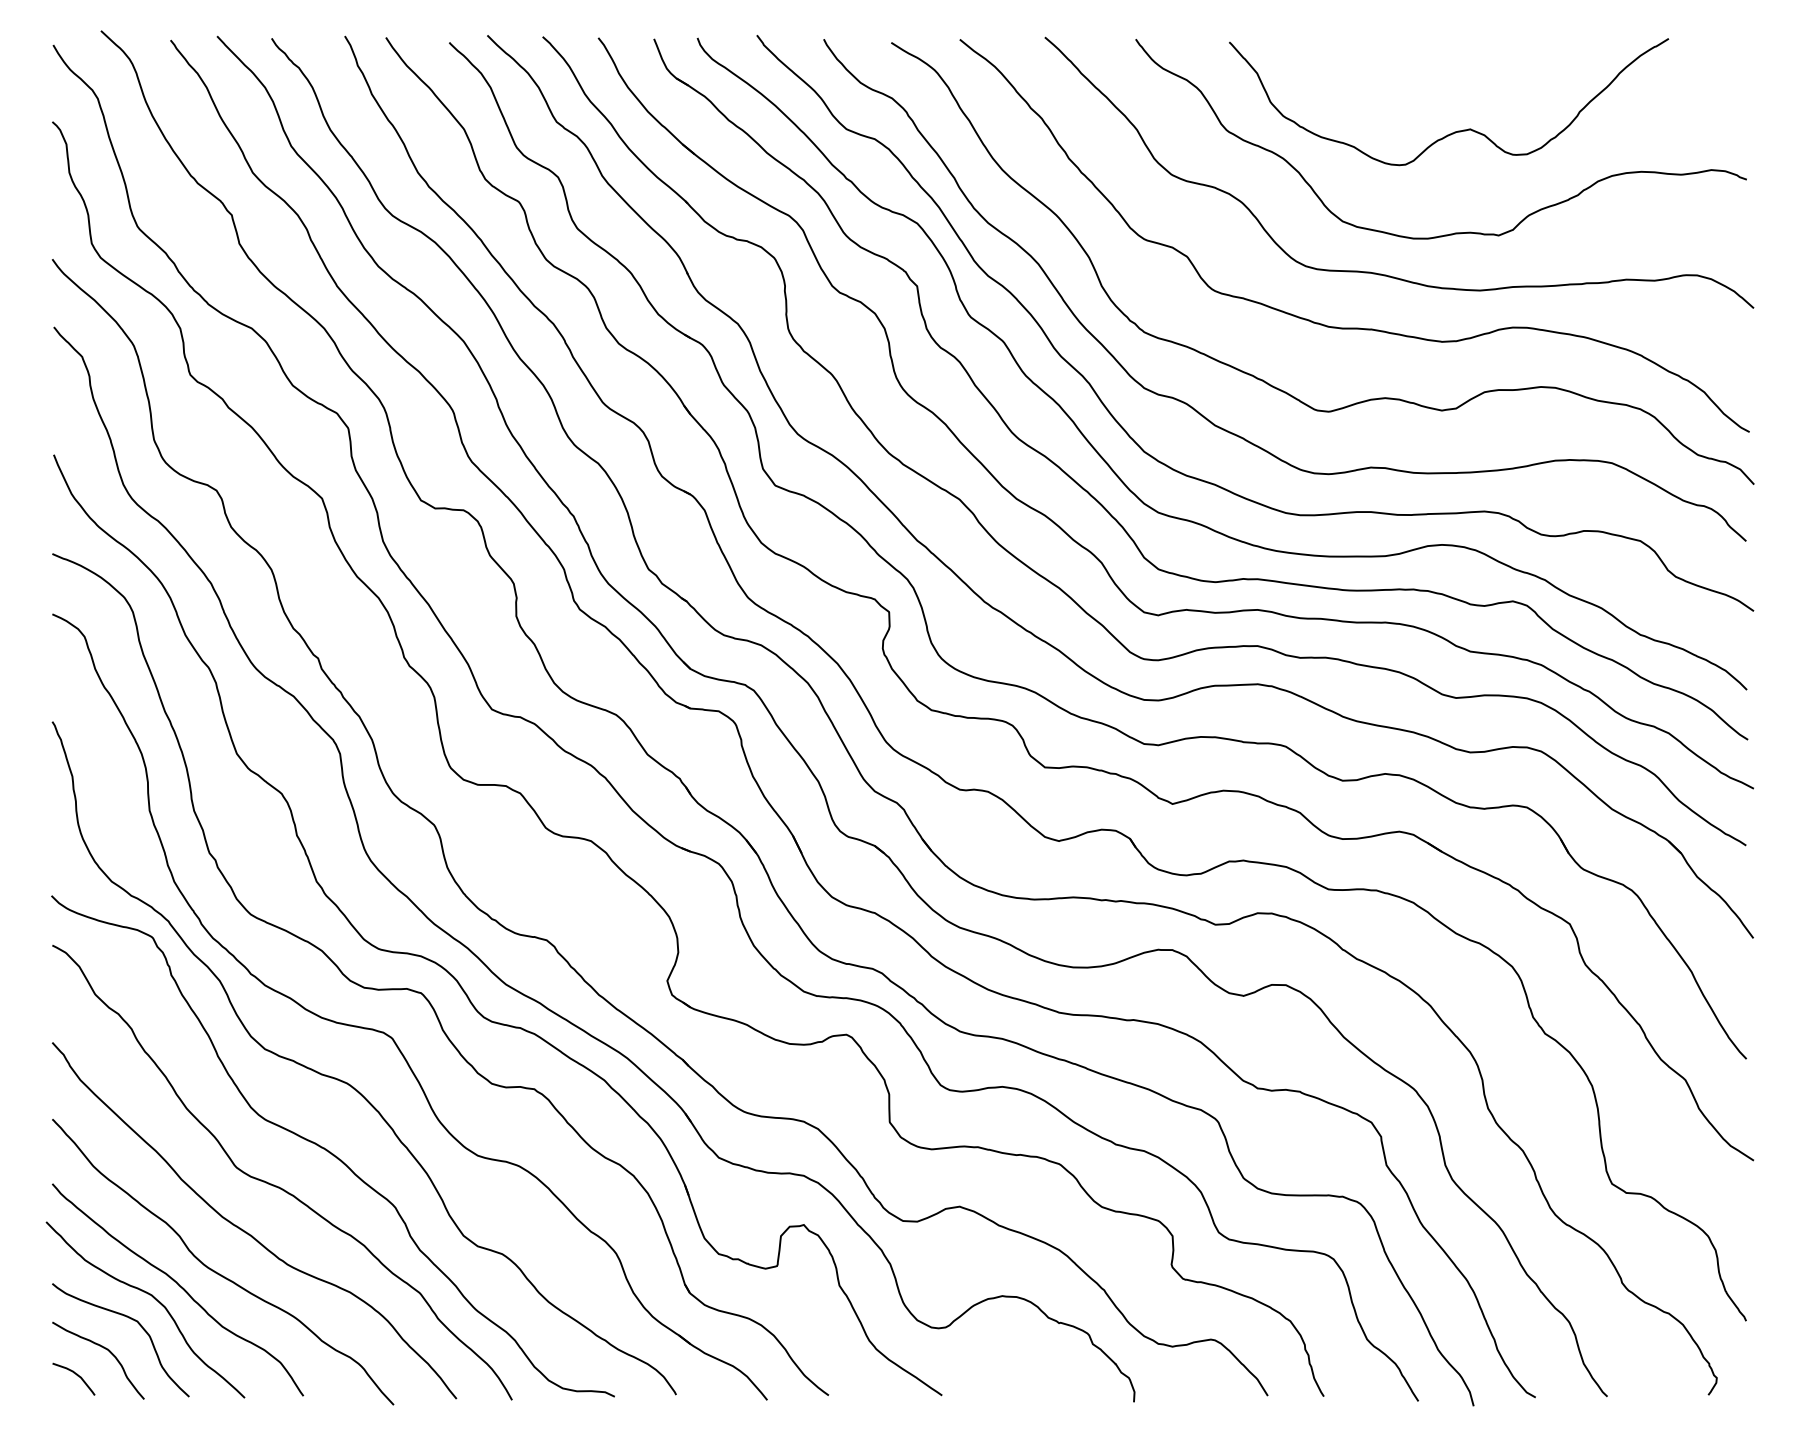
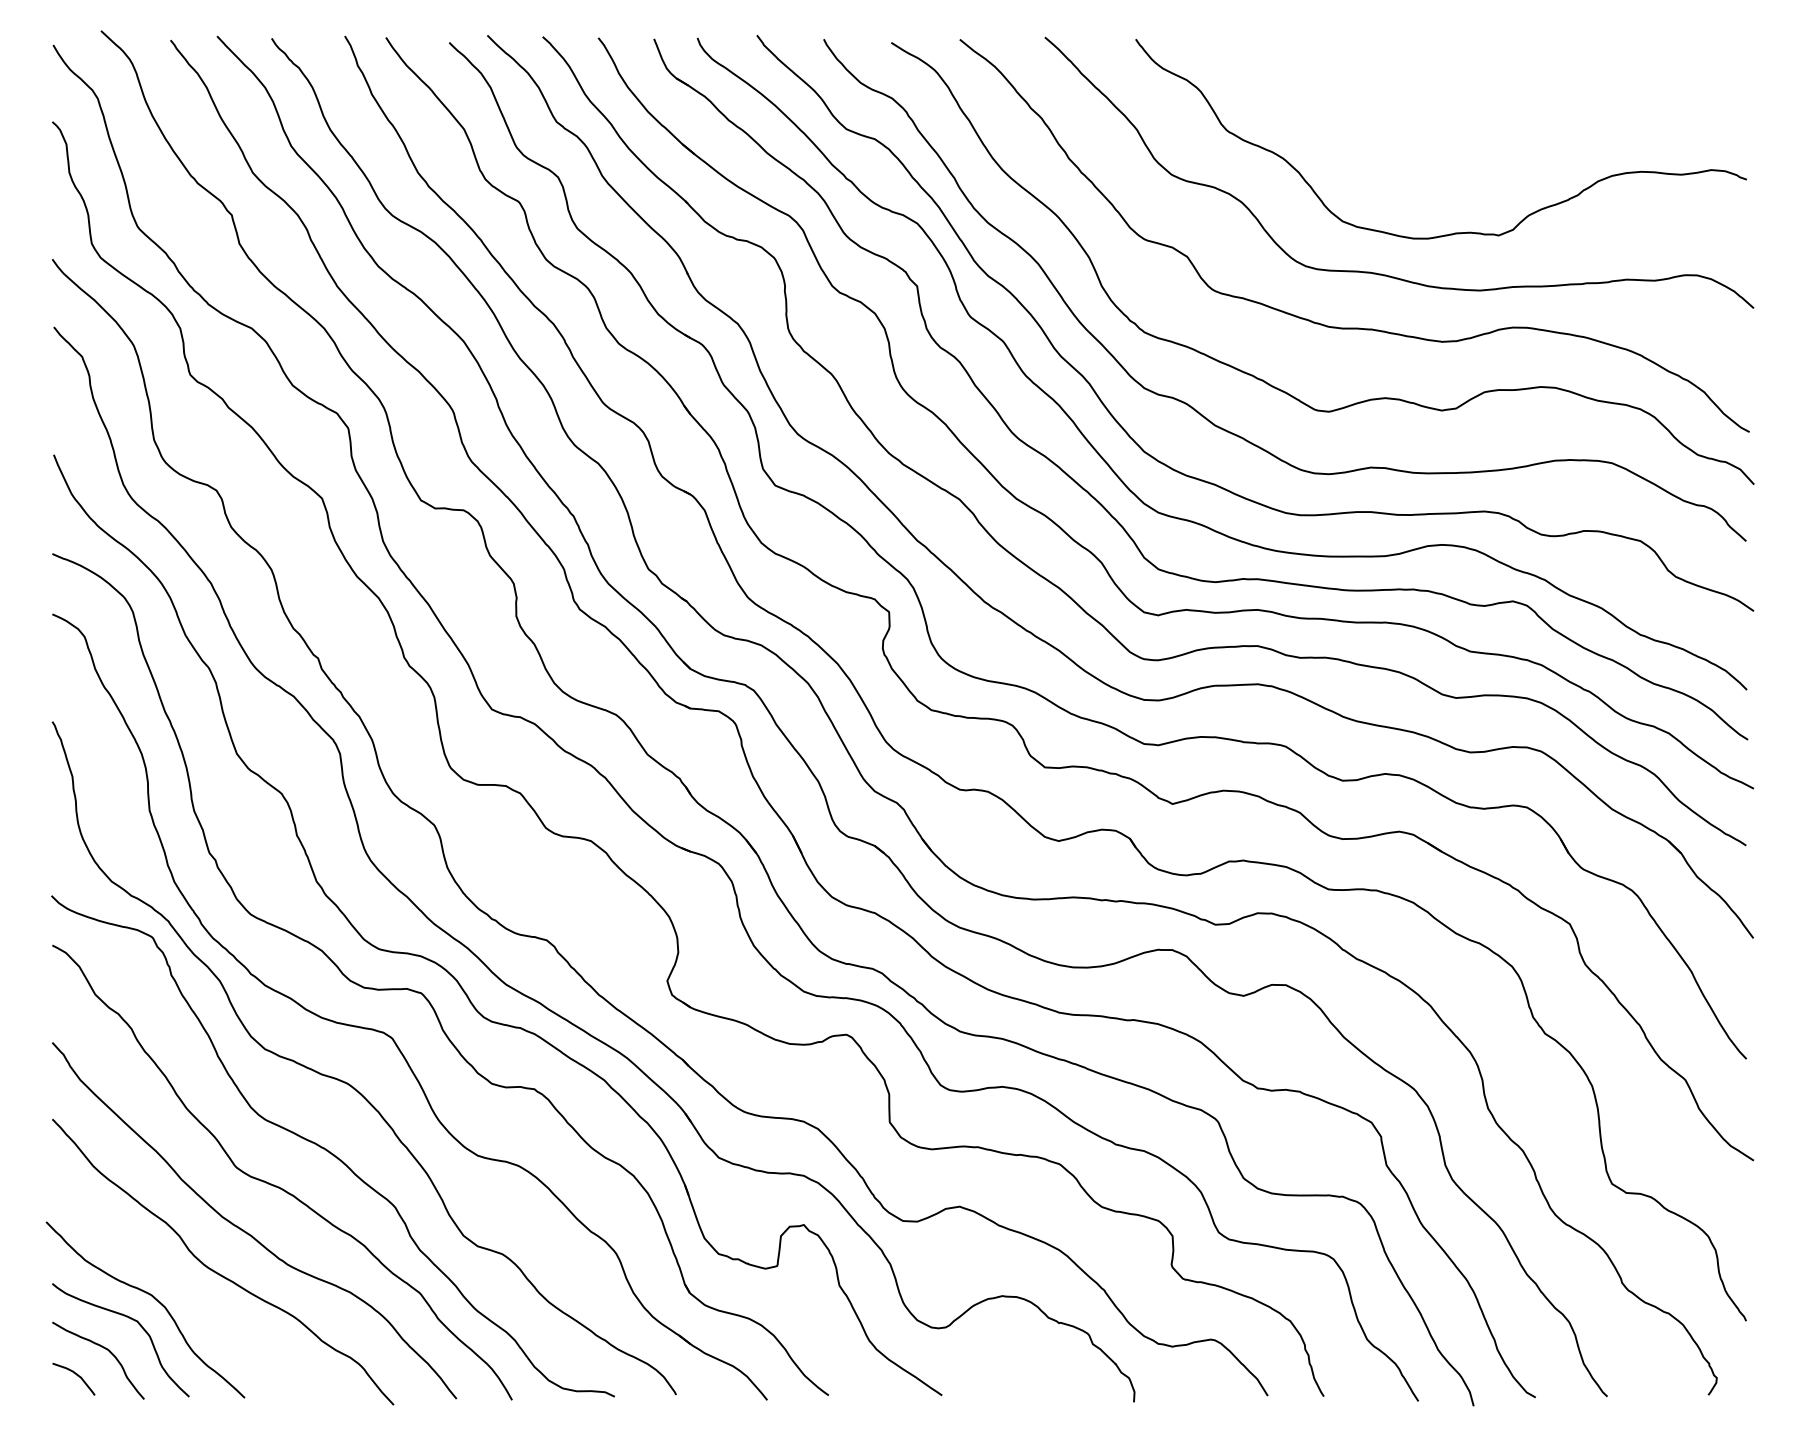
curve at (1458, 130): present -> none
curve at (180, 1287): present -> none
